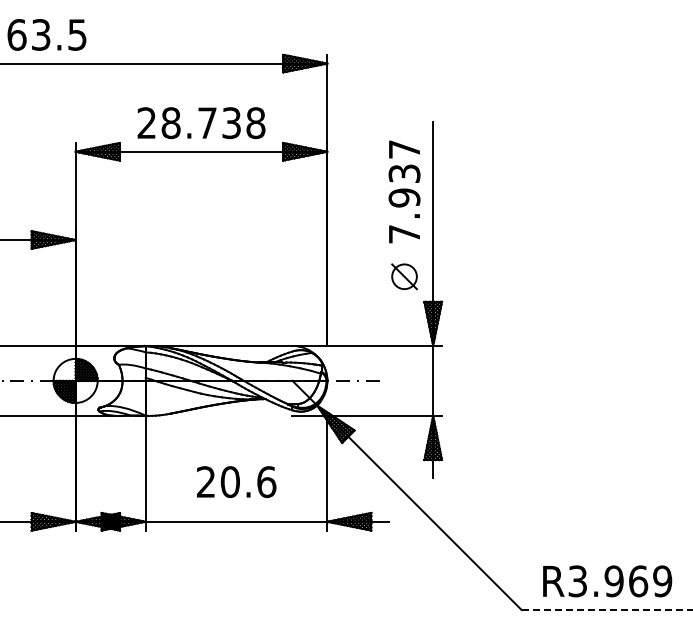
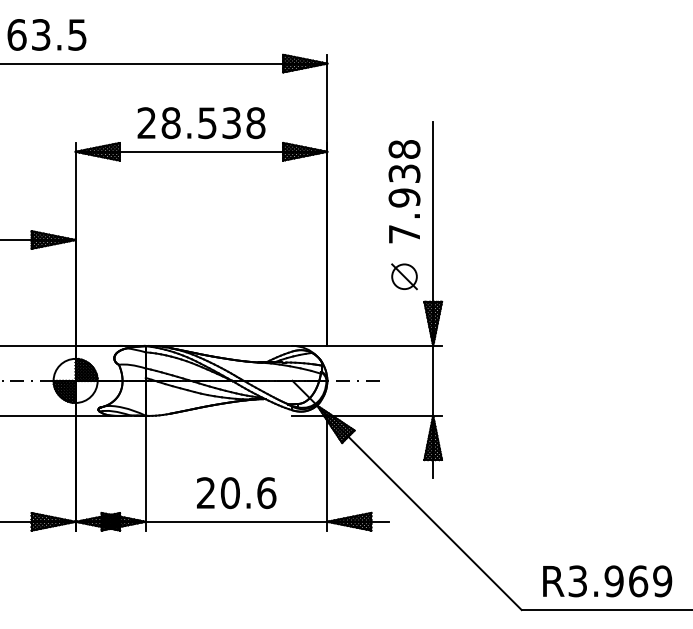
text at (207, 123): 28.738 -> 28.538
text at (404, 149): 7.937 -> 7.938
text at (236, 482) position: (236, 482) -> (236, 493)
line at (607, 610): dashed -> solid
